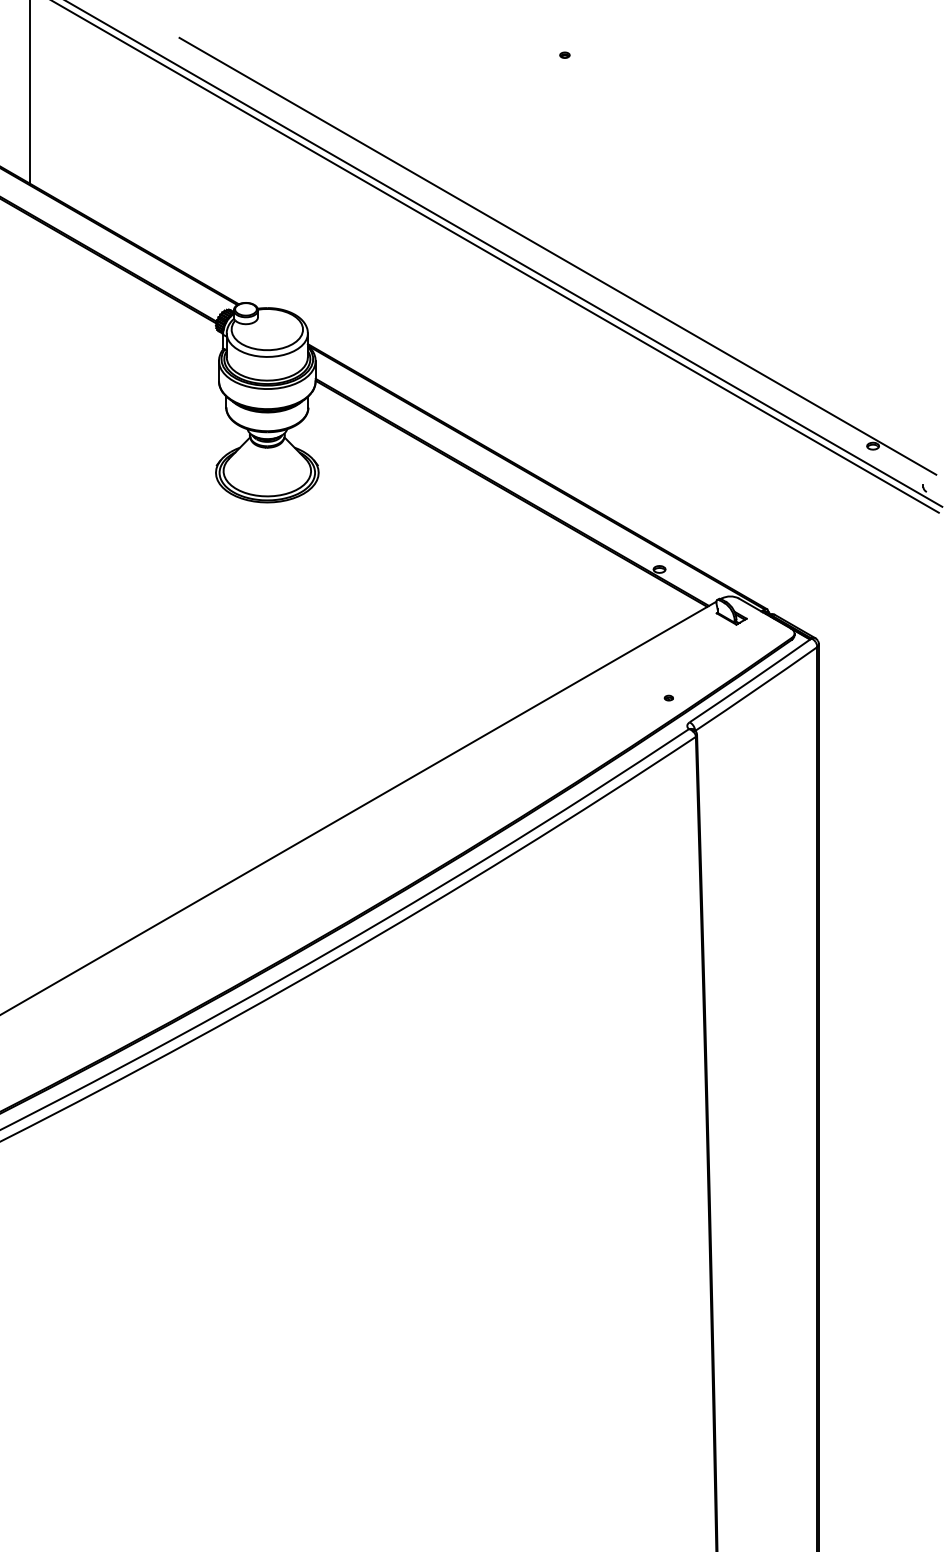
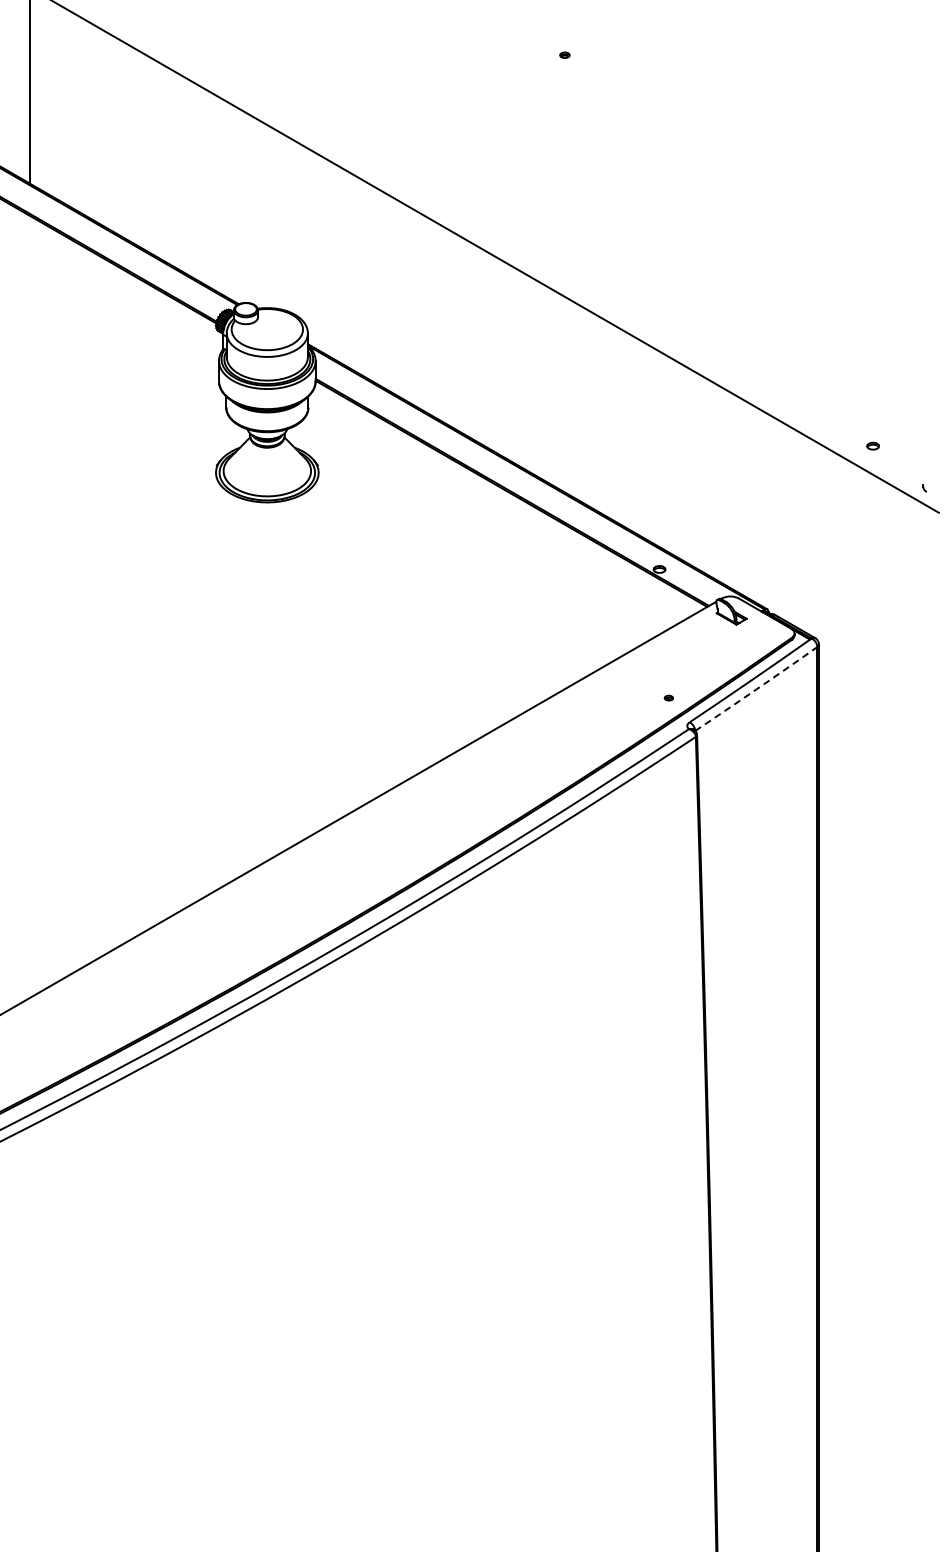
line at (505, 254): present -> none
line at (557, 255): present -> none
arc at (756, 689): solid -> dashed
